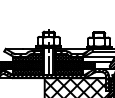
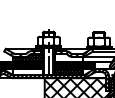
hatch at (68, 57): present -> none
hatch at (27, 72): present -> none
